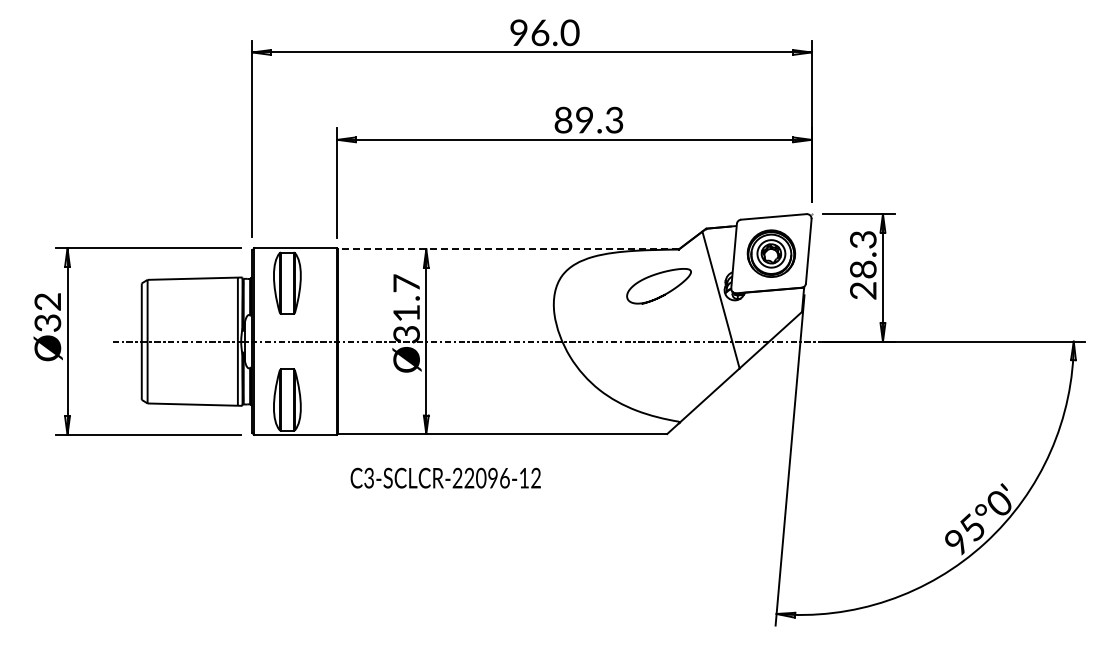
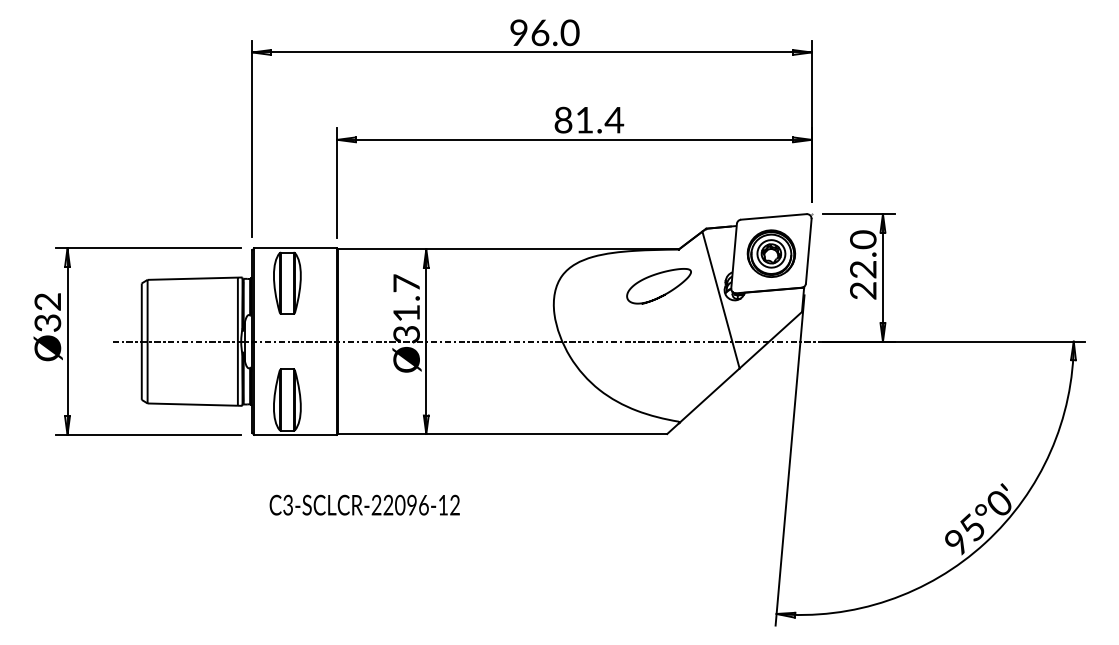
text at (600, 119): 89.3 -> 81.4
line at (508, 249): dashed -> solid
text at (863, 254): 28.3 -> 22.0
text at (445, 477) position: (445, 477) -> (364, 504)
